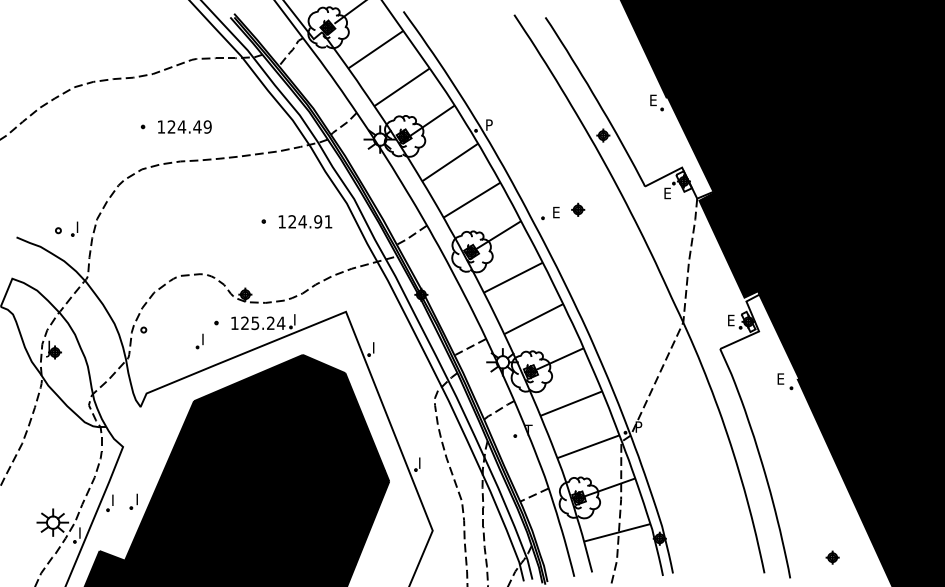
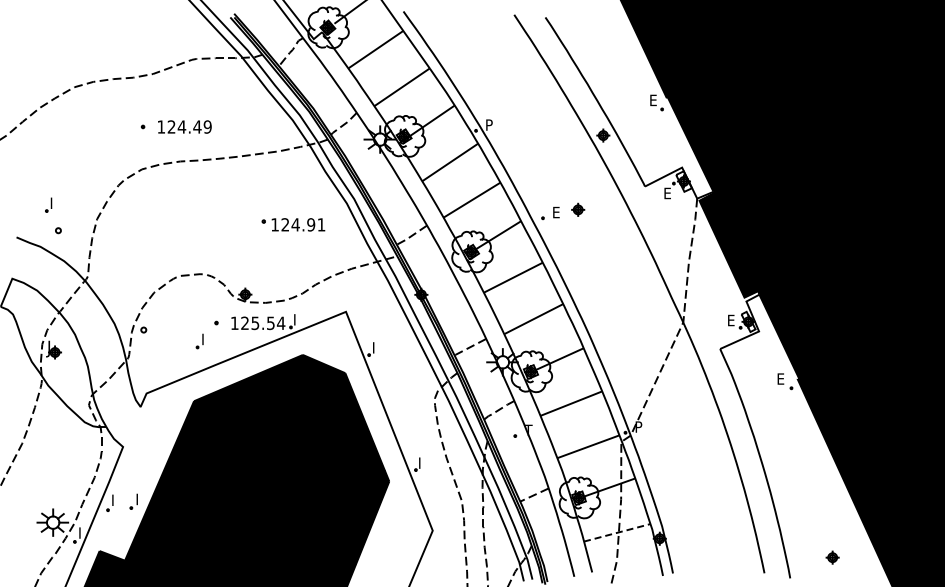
text at (305, 221) position: (305, 221) -> (298, 224)
part at (74, 228) position: (74, 228) -> (48, 204)
text at (270, 323): 125.24 -> 125.54
line at (617, 532): solid -> dashed
